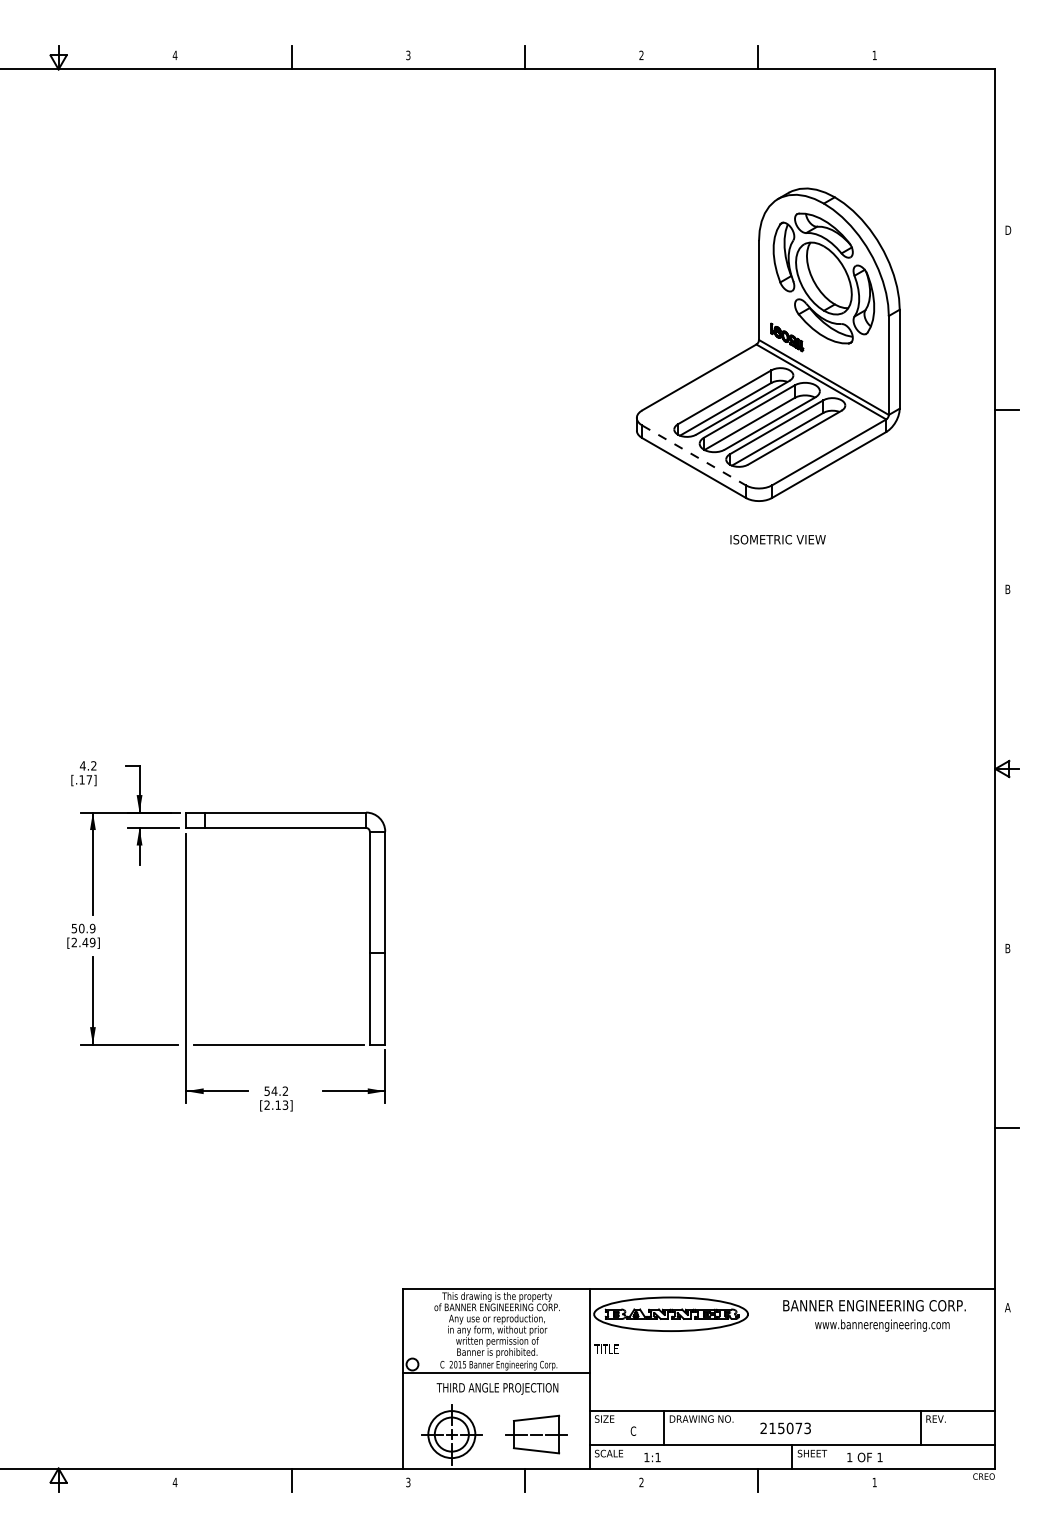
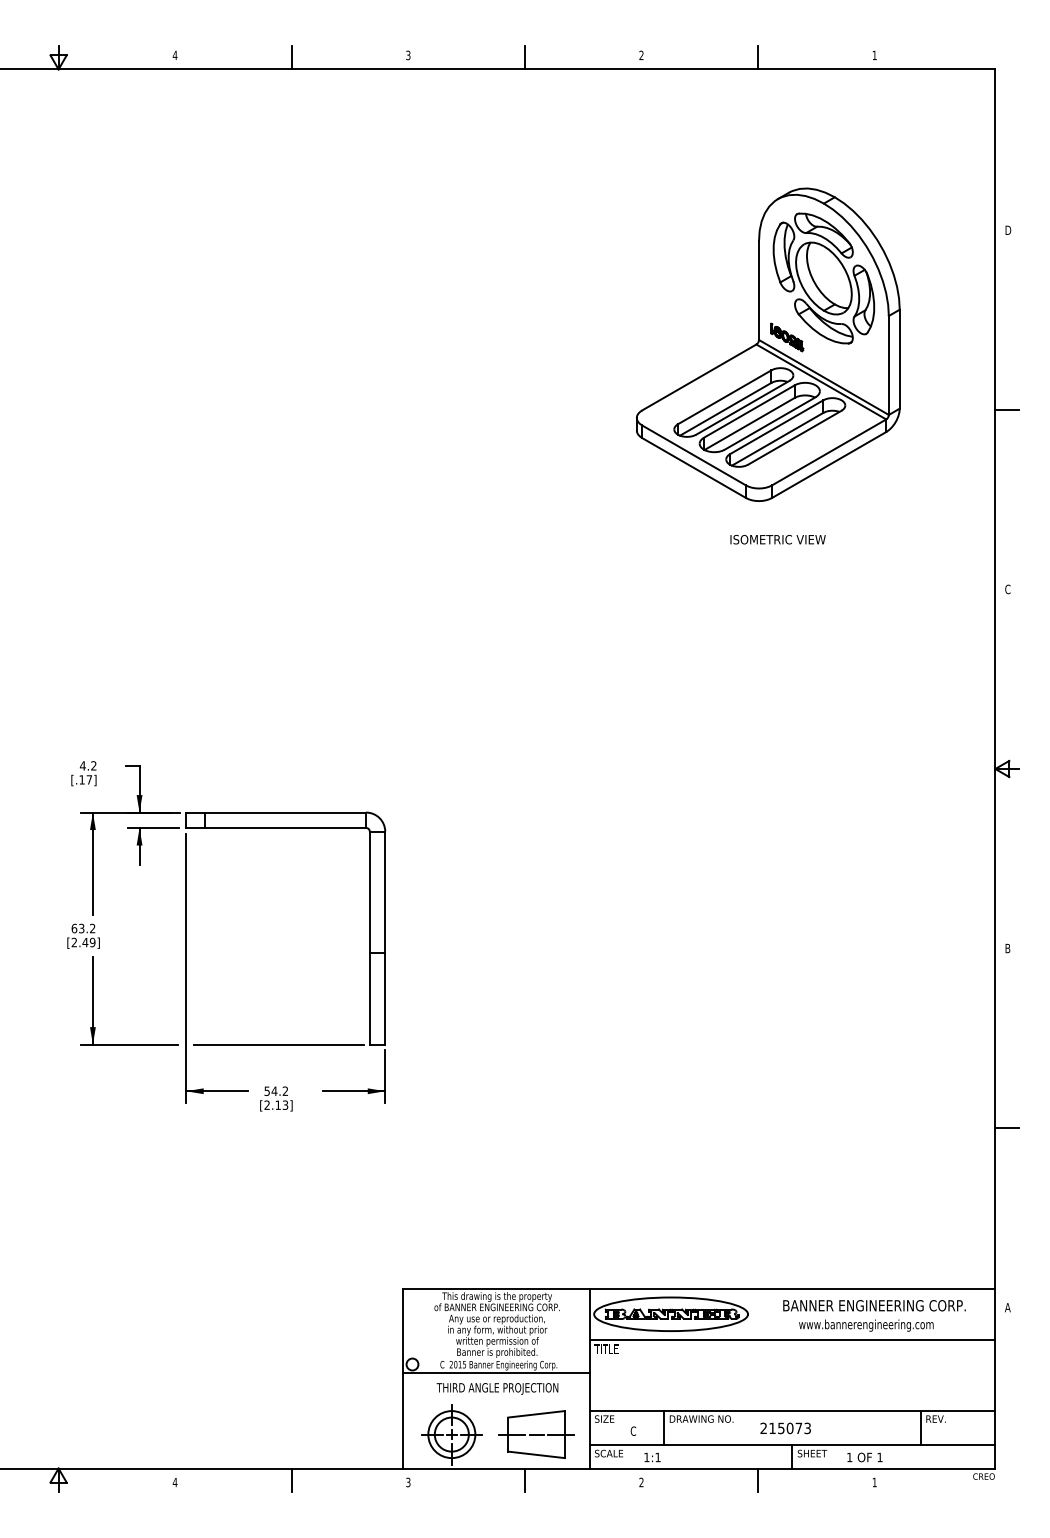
line at (694, 455): dashed -> solid
text at (1007, 589): B -> C
text at (83, 928): 50.9 -> 63.2
text at (882, 1325) position: (882, 1325) -> (866, 1325)
line at (792, 1339): none -> present
part at (536, 1434) size: 63x41 px -> 77x49 px
